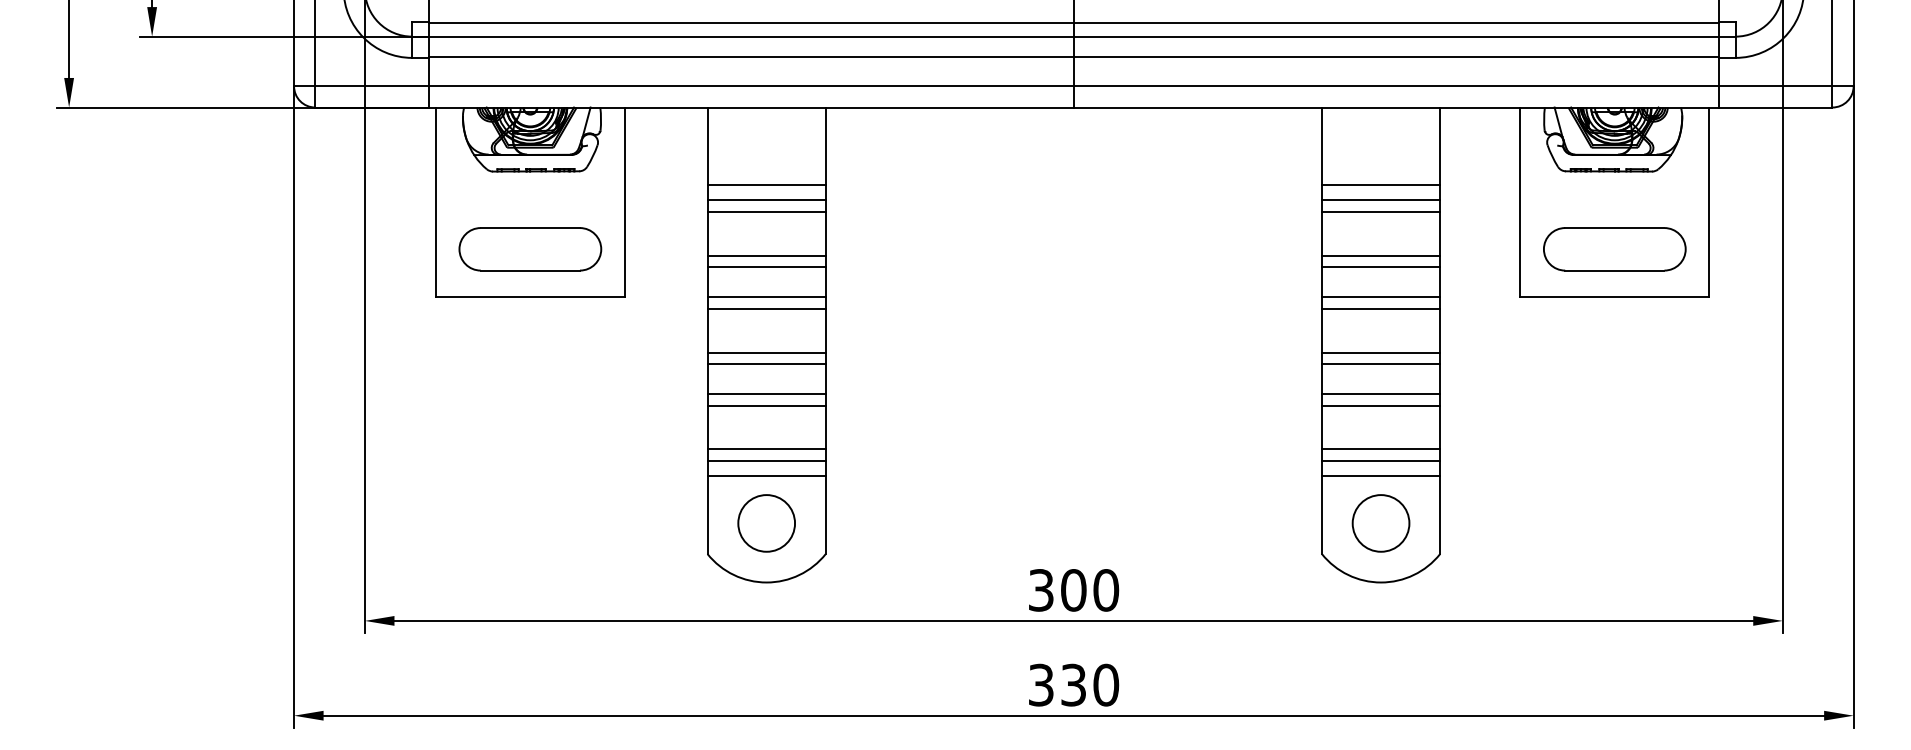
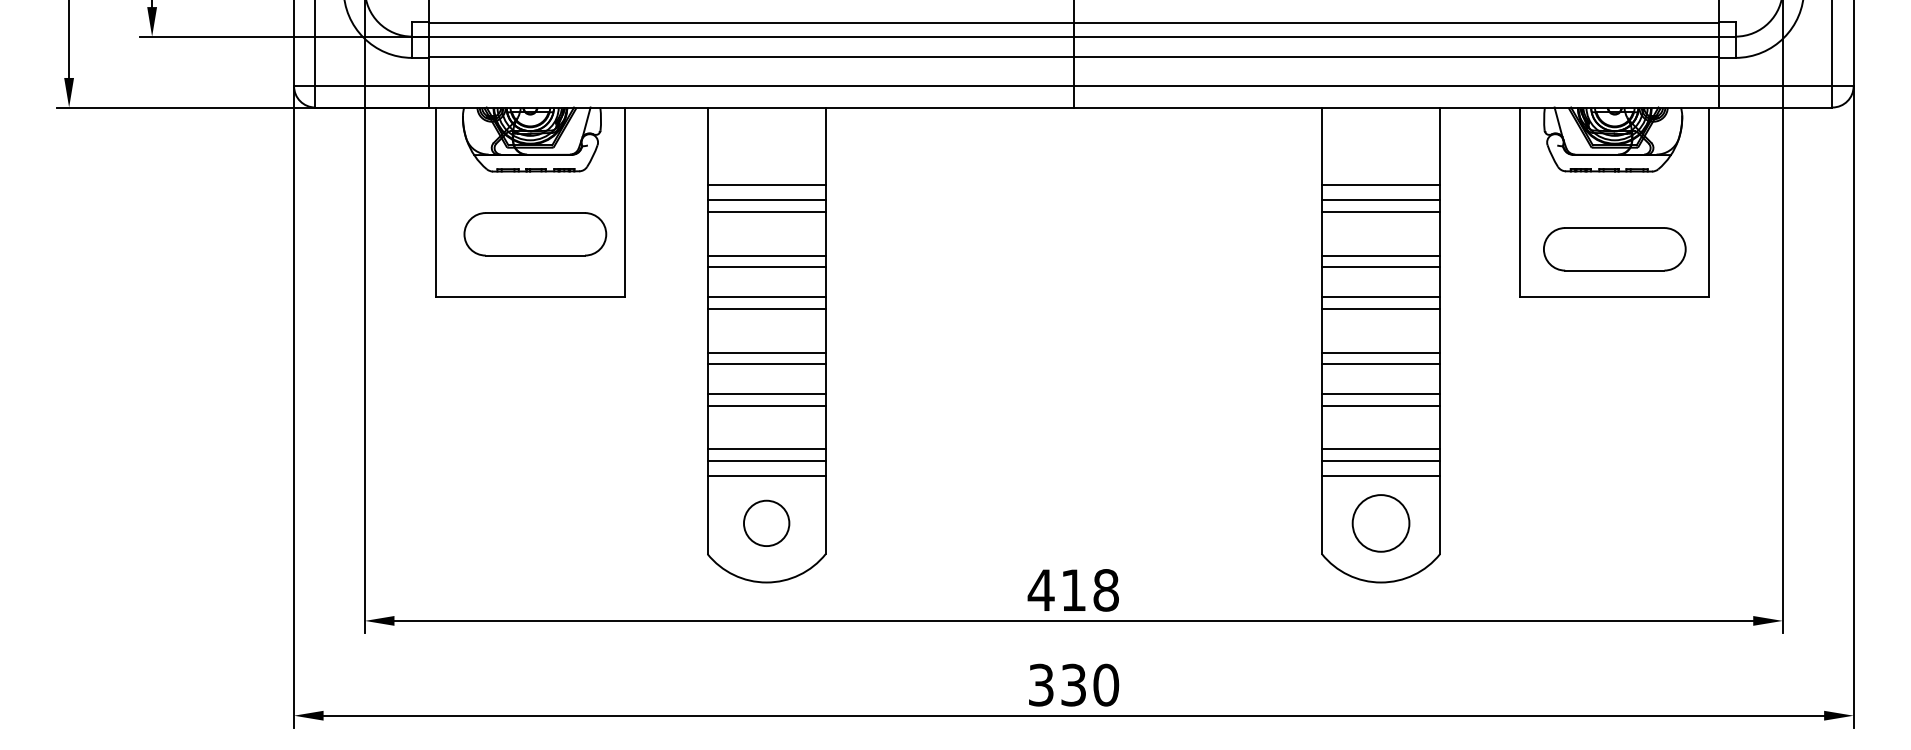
part at (530, 249) position: (530, 249) -> (535, 234)
circle at (766, 523) diameter: 57 px -> 45 px
text at (1073, 590): 300 -> 418
